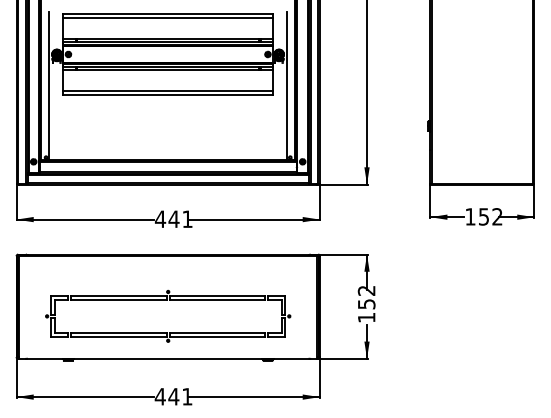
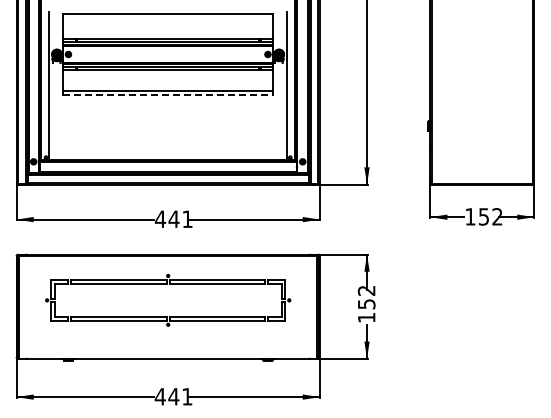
line at (167, 18): present -> none
line at (168, 95): solid -> dashed
part at (167, 300) position: (167, 300) -> (167, 284)
